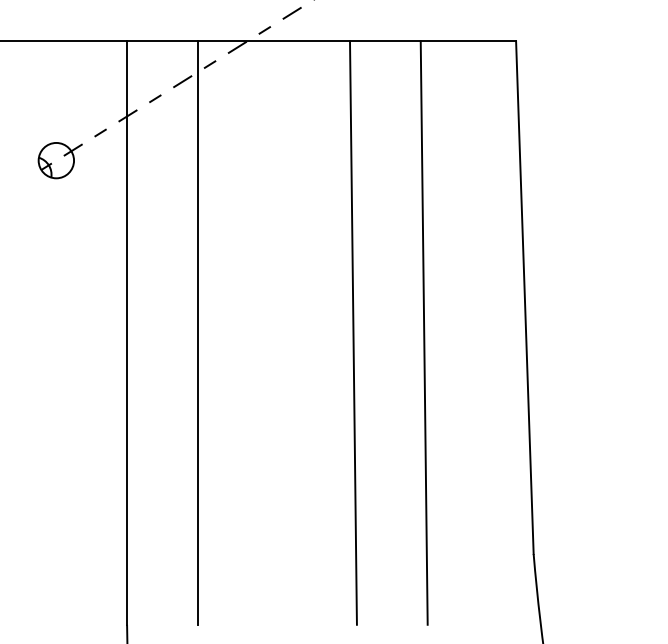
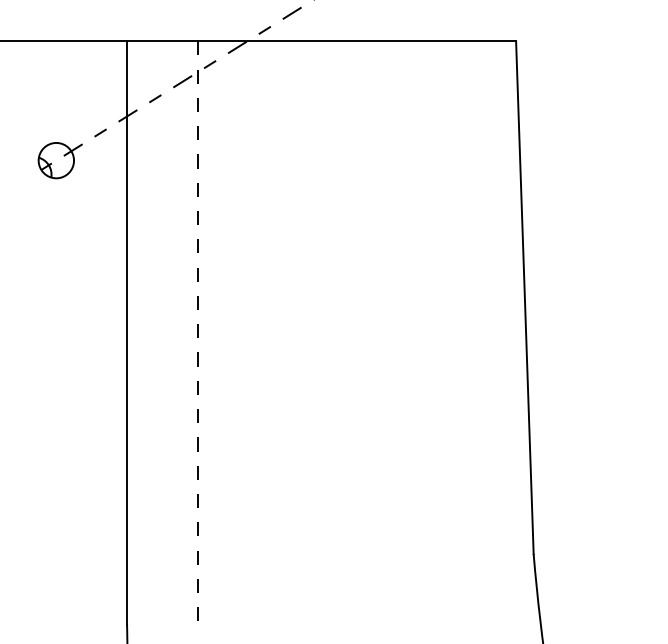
line at (353, 332): present -> none
line at (423, 332): present -> none
line at (197, 333): solid -> dashed
